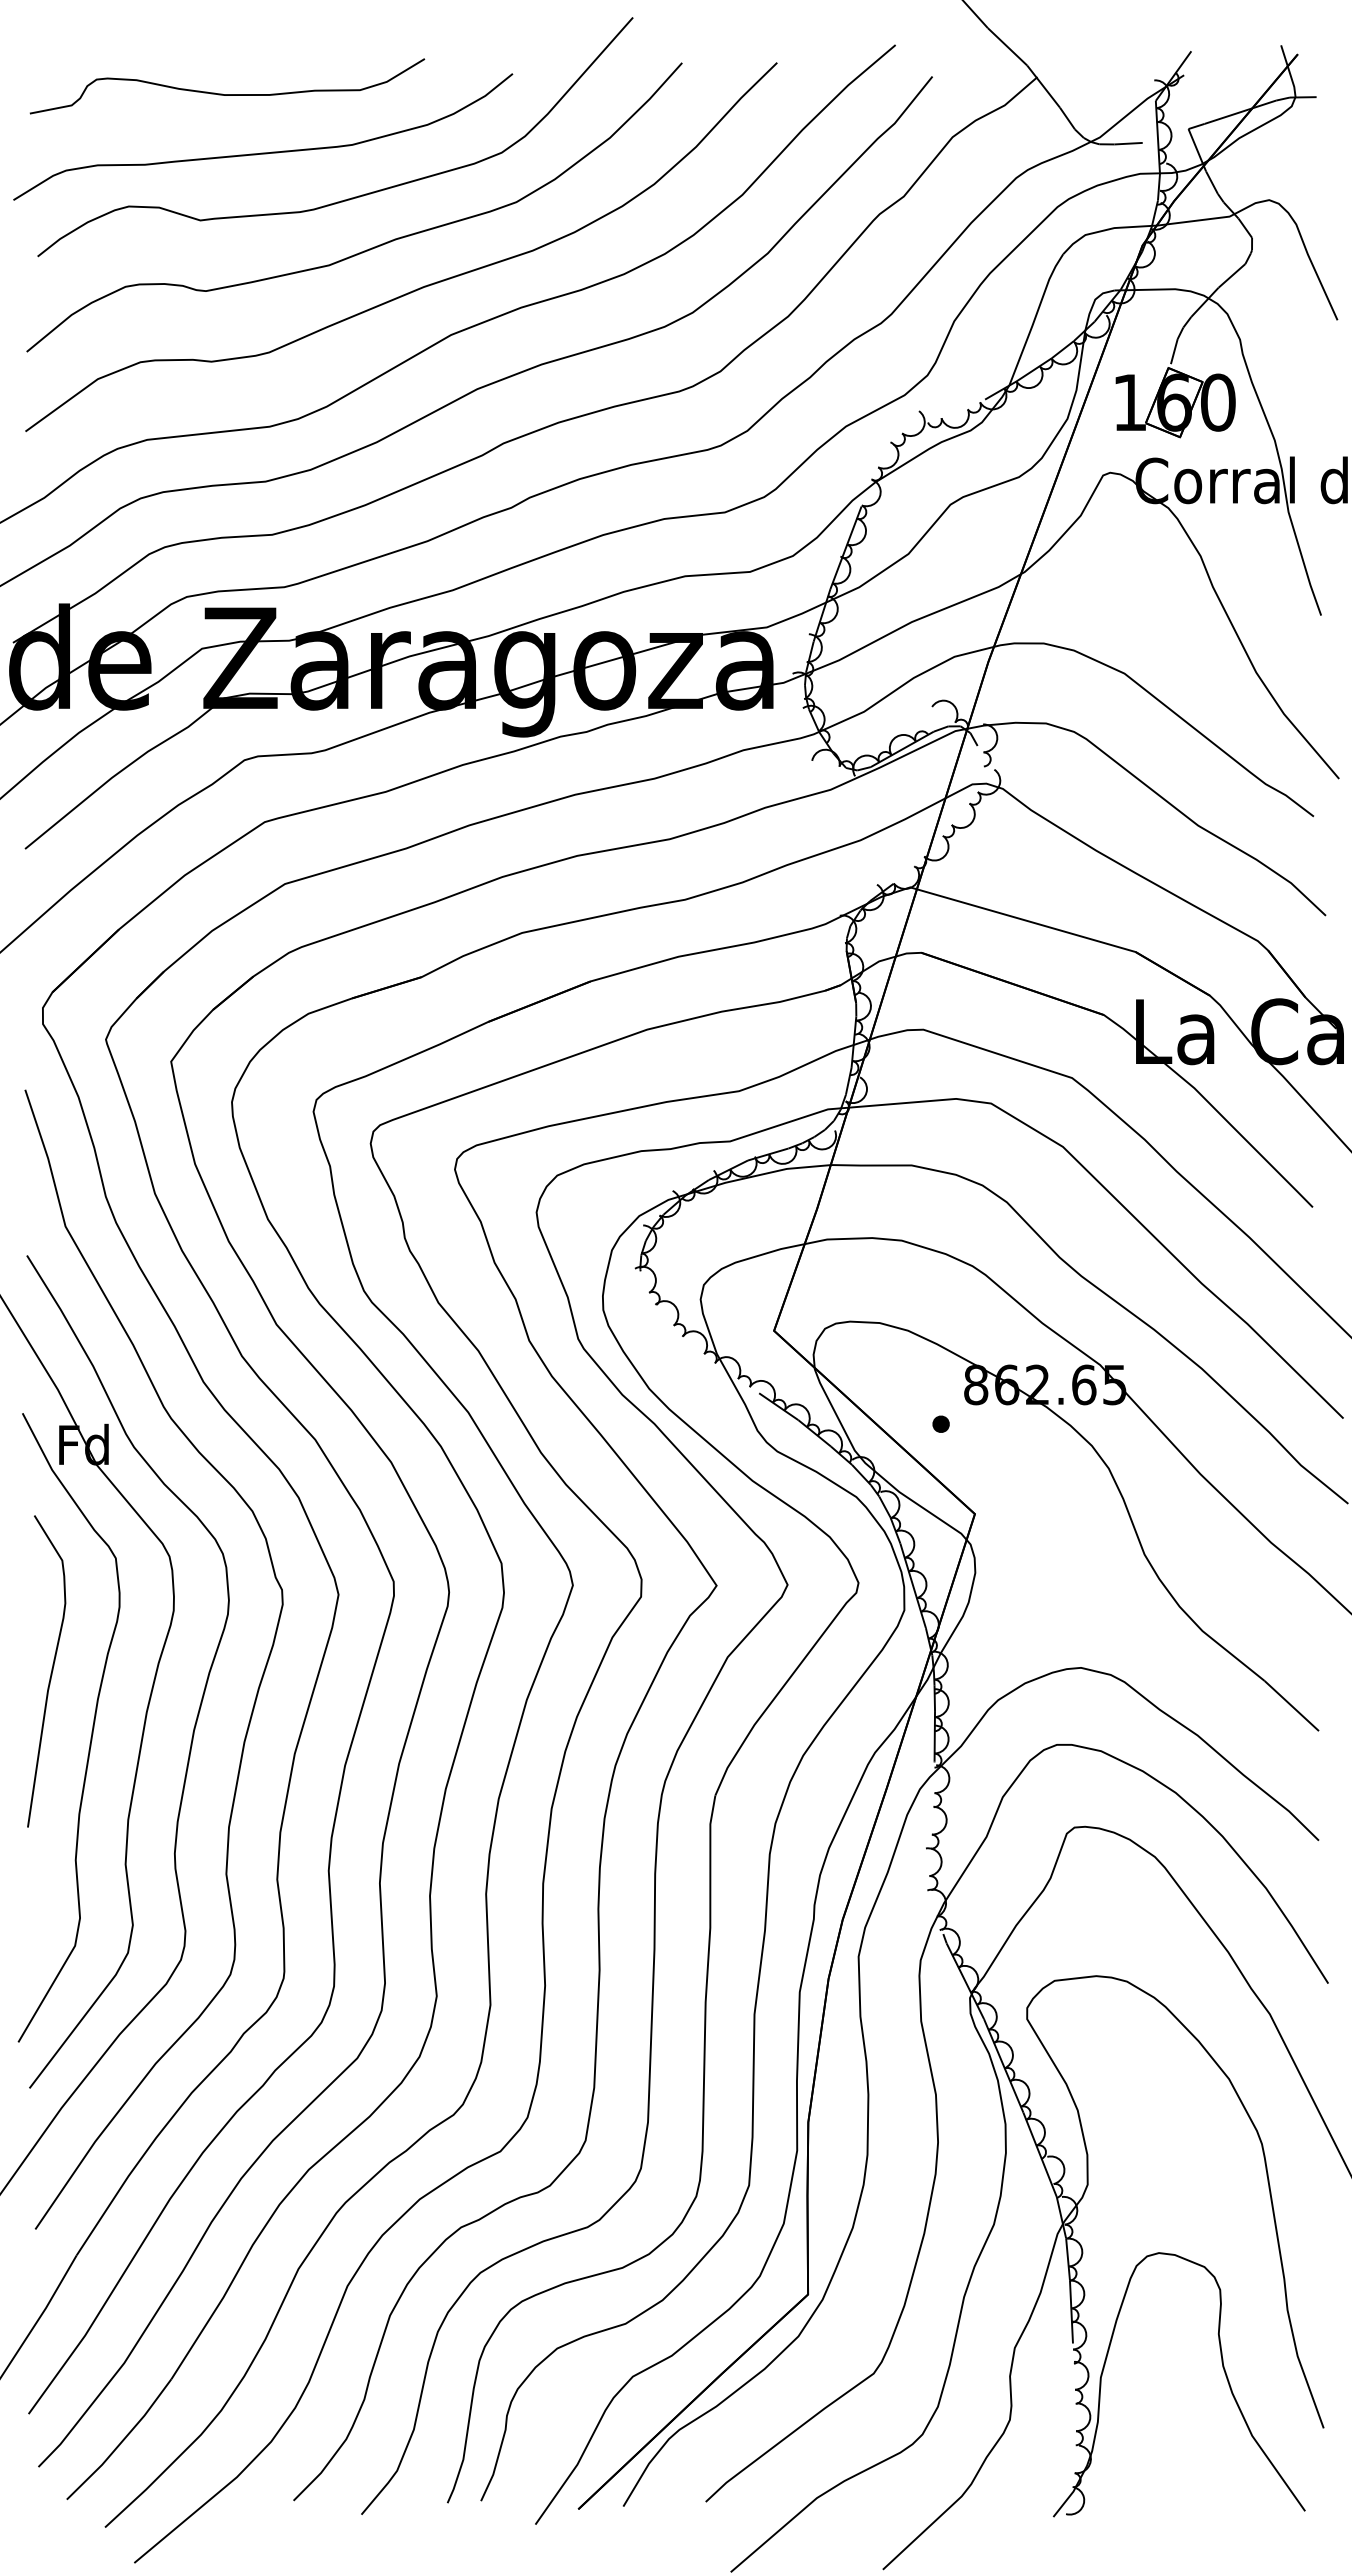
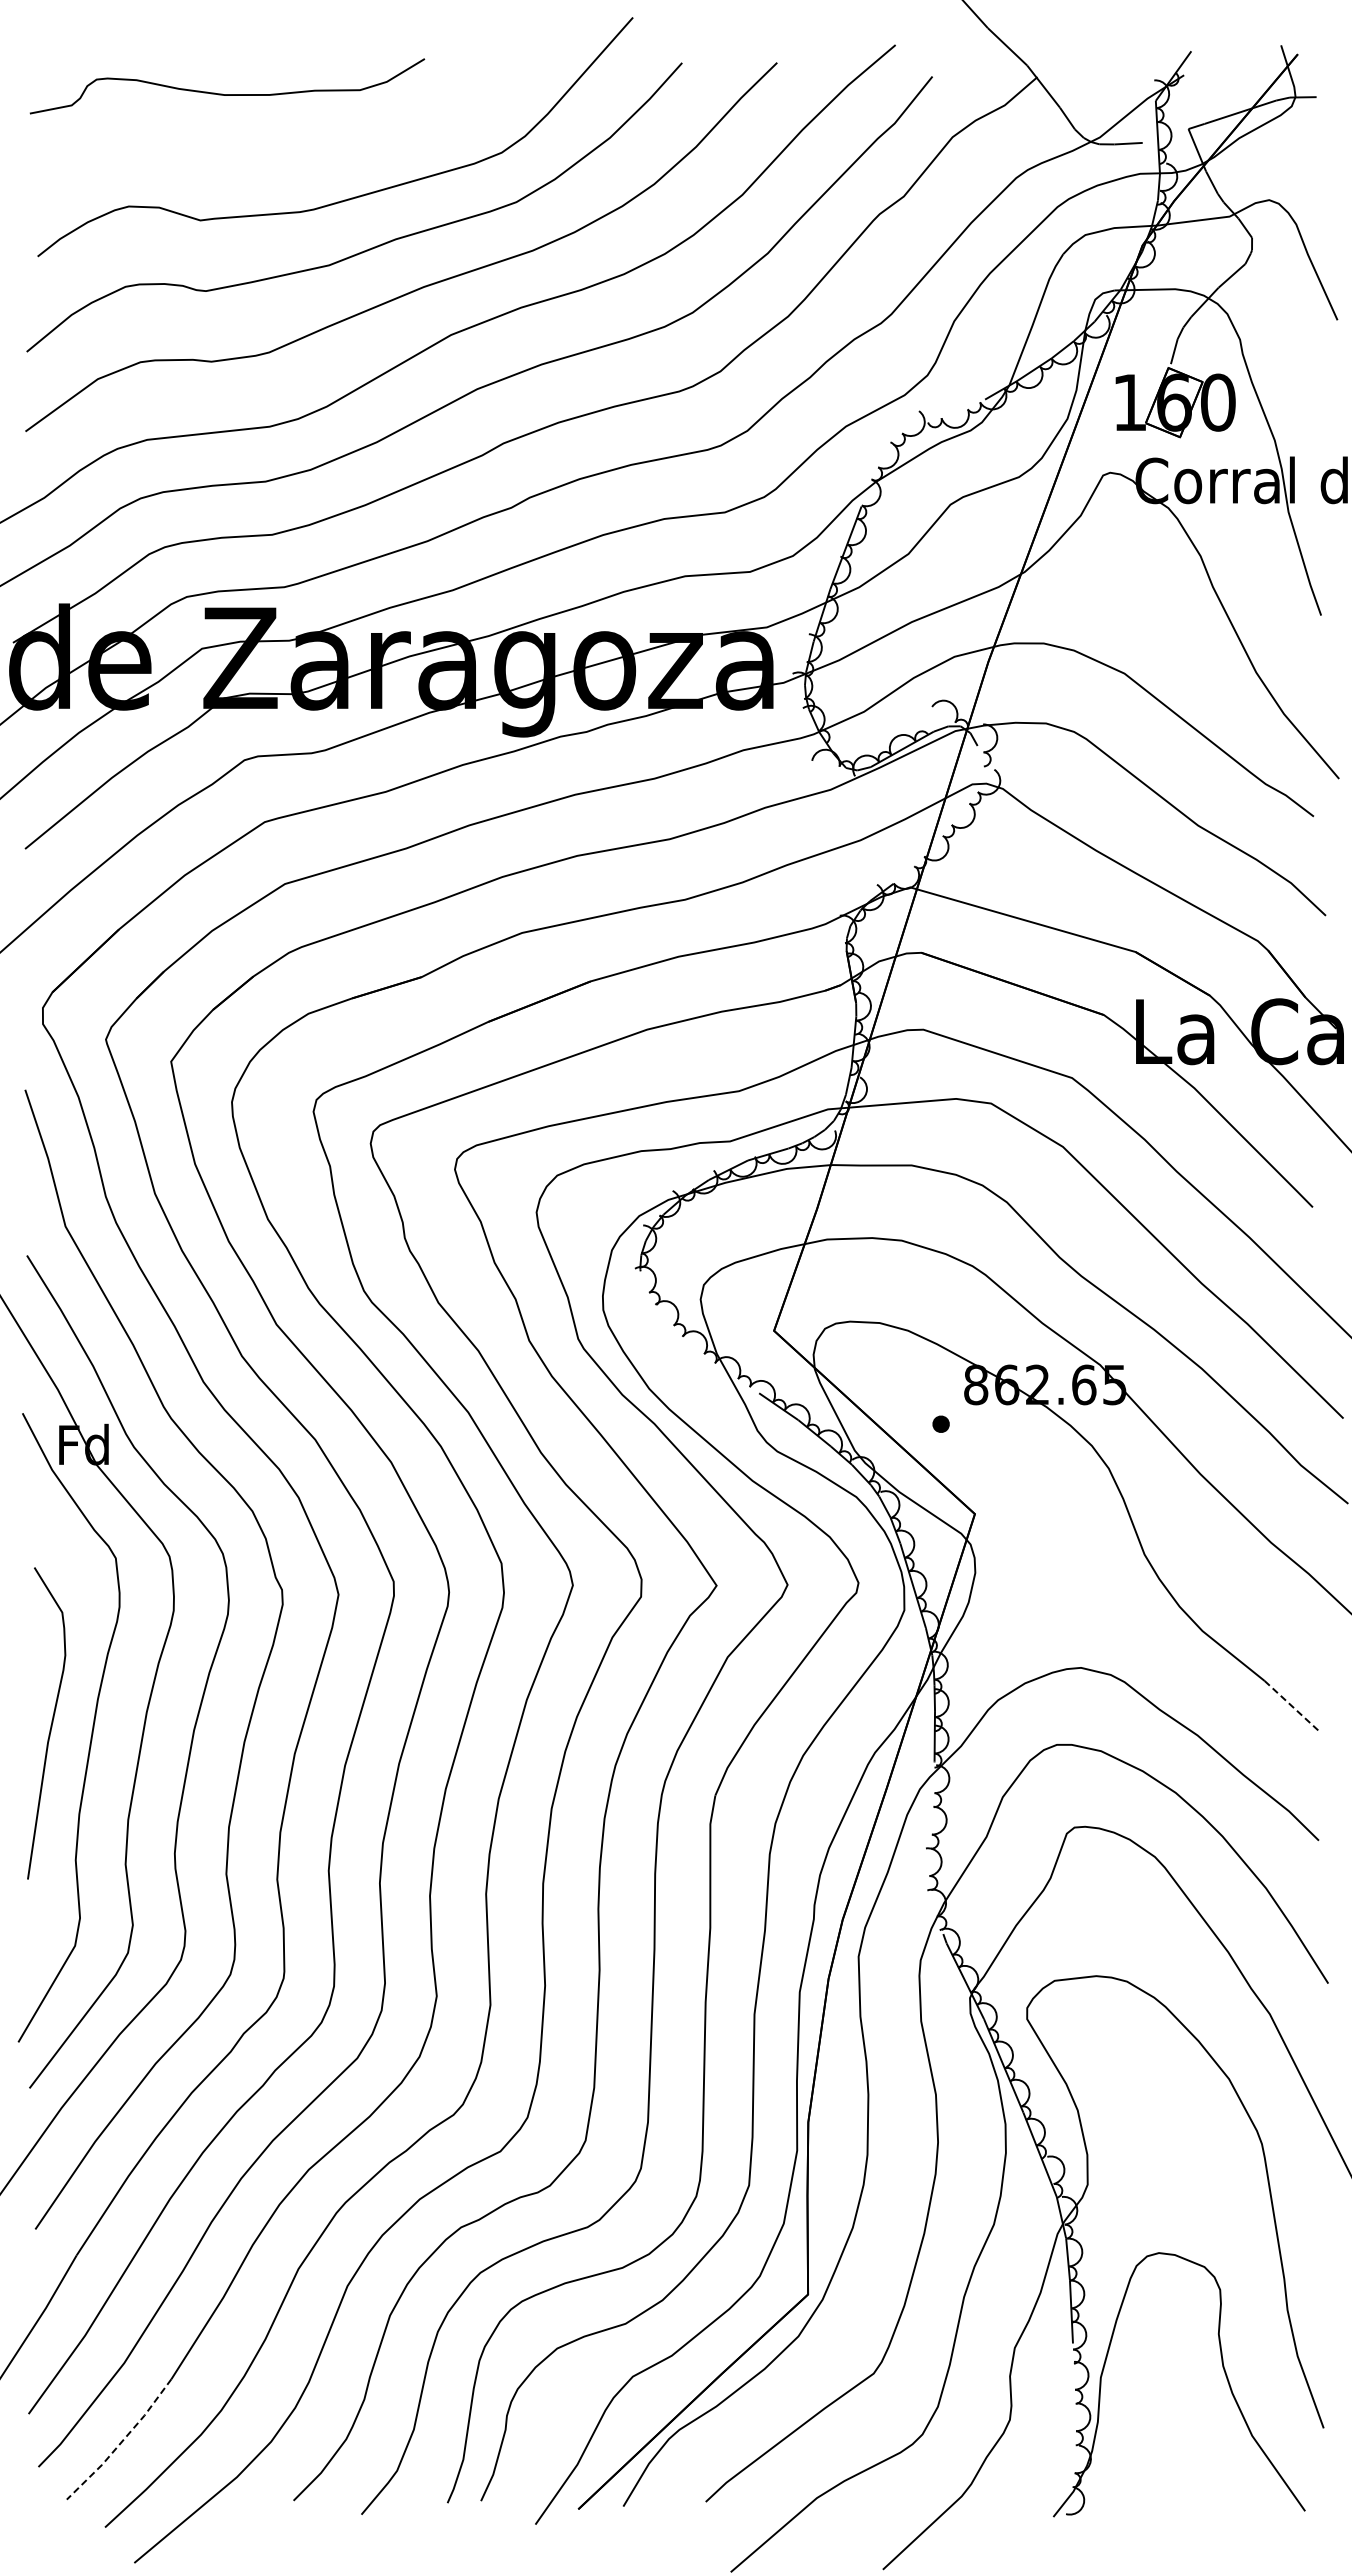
curve at (263, 152): present -> none
curve at (50, 1673) position: (50, 1673) -> (50, 1725)
line at (1291, 1706): solid -> dashed
line at (121, 2442): solid -> dashed
